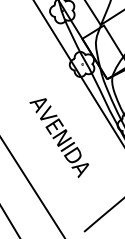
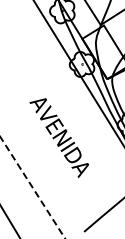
line at (32, 187): solid -> dashed
